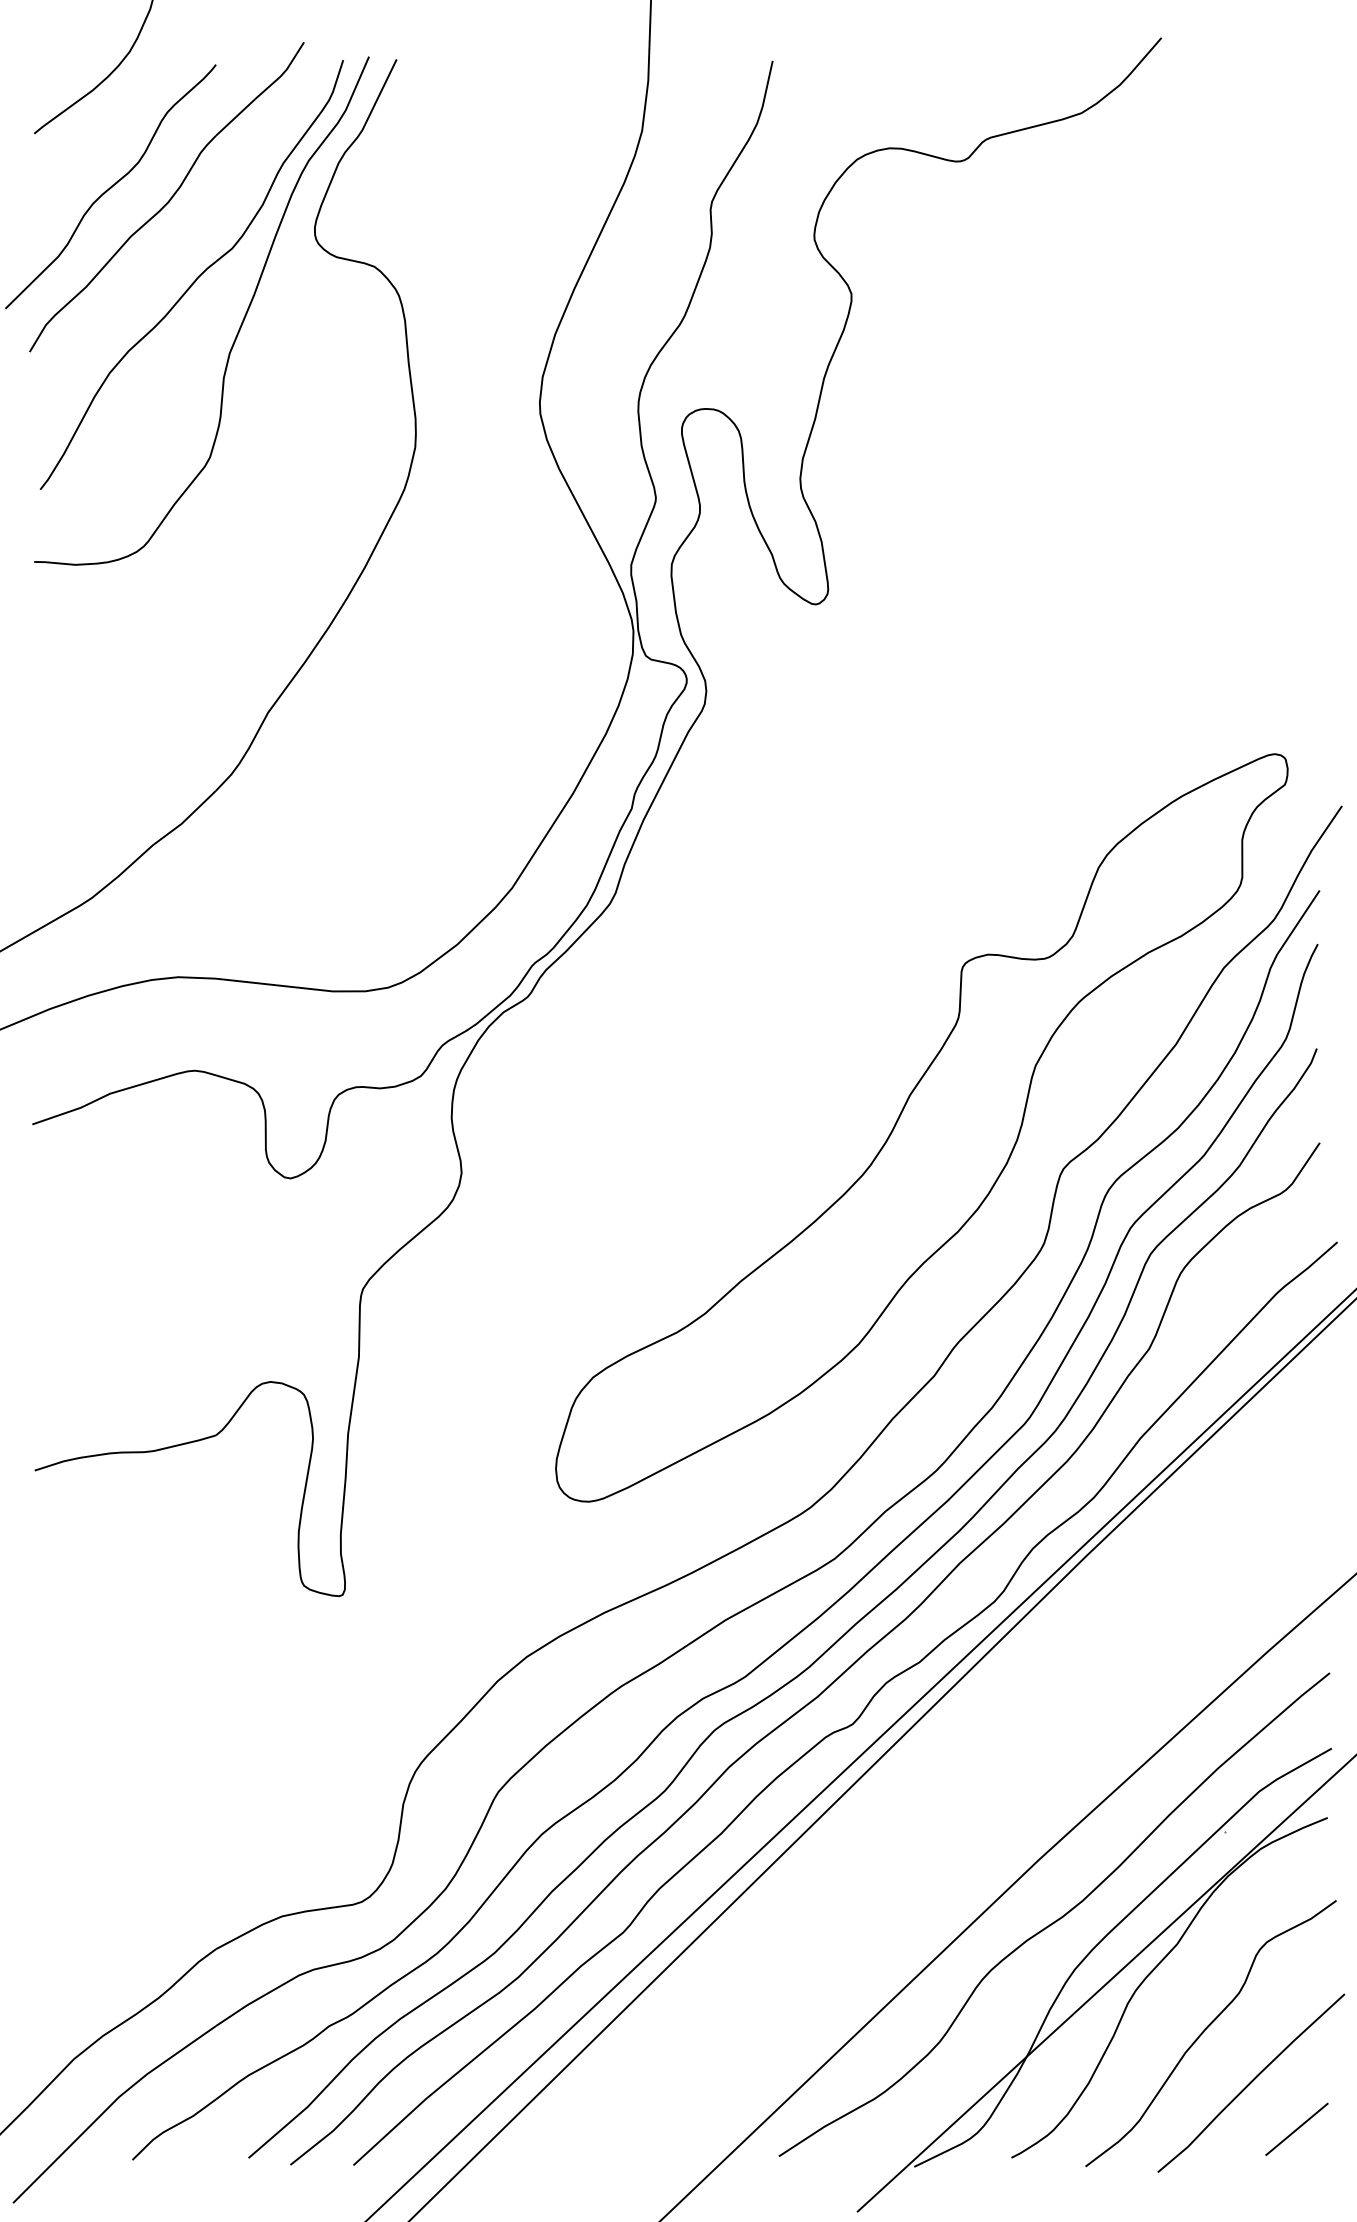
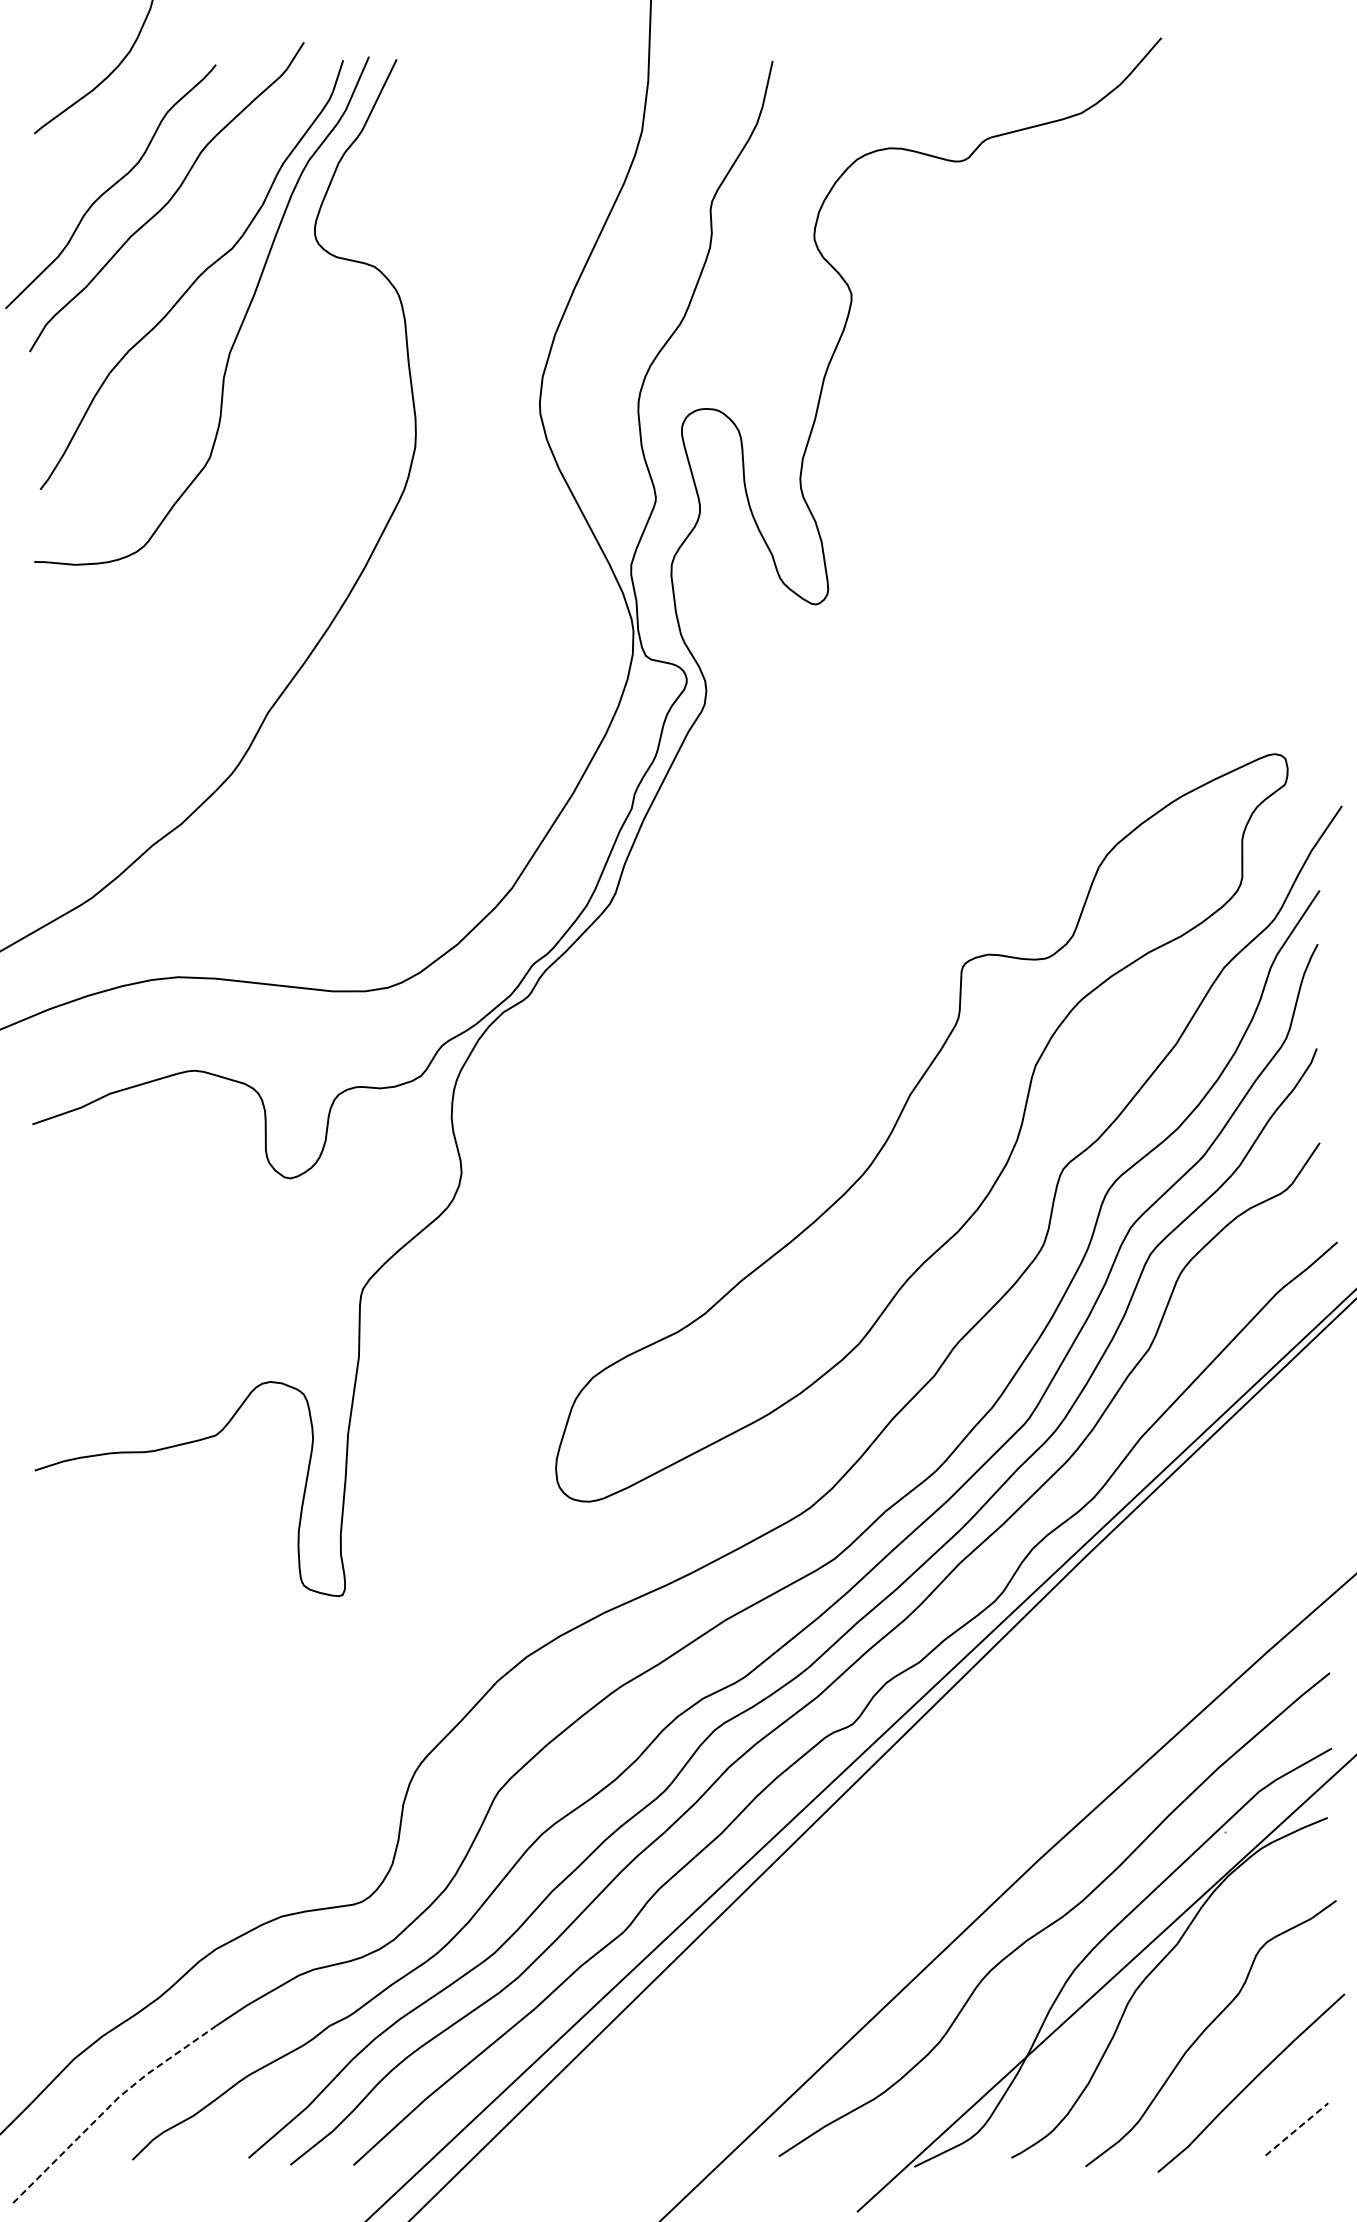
line at (109, 2106): solid -> dashed
line at (1296, 2129): solid -> dashed
